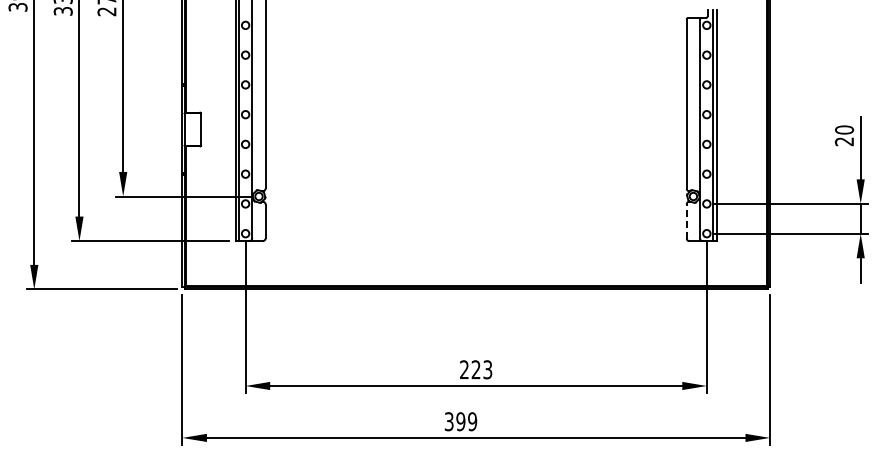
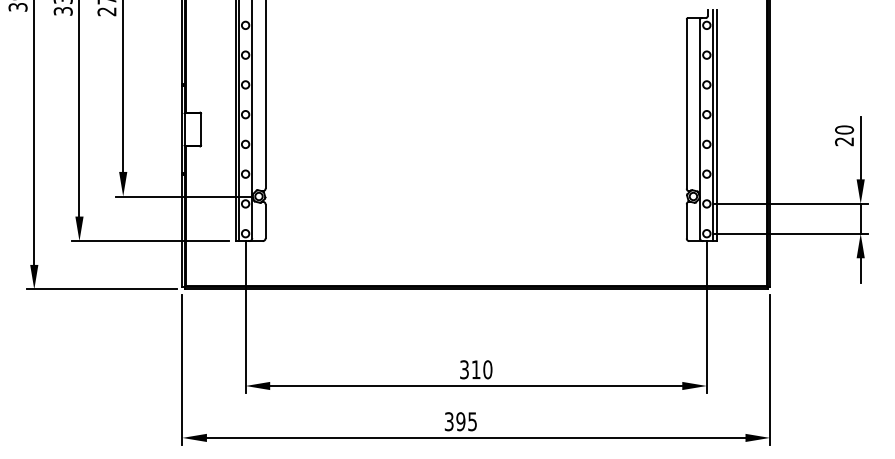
line at (686, 220): dashed -> solid
text at (476, 369): 223 -> 310
text at (472, 421): 399 -> 395
